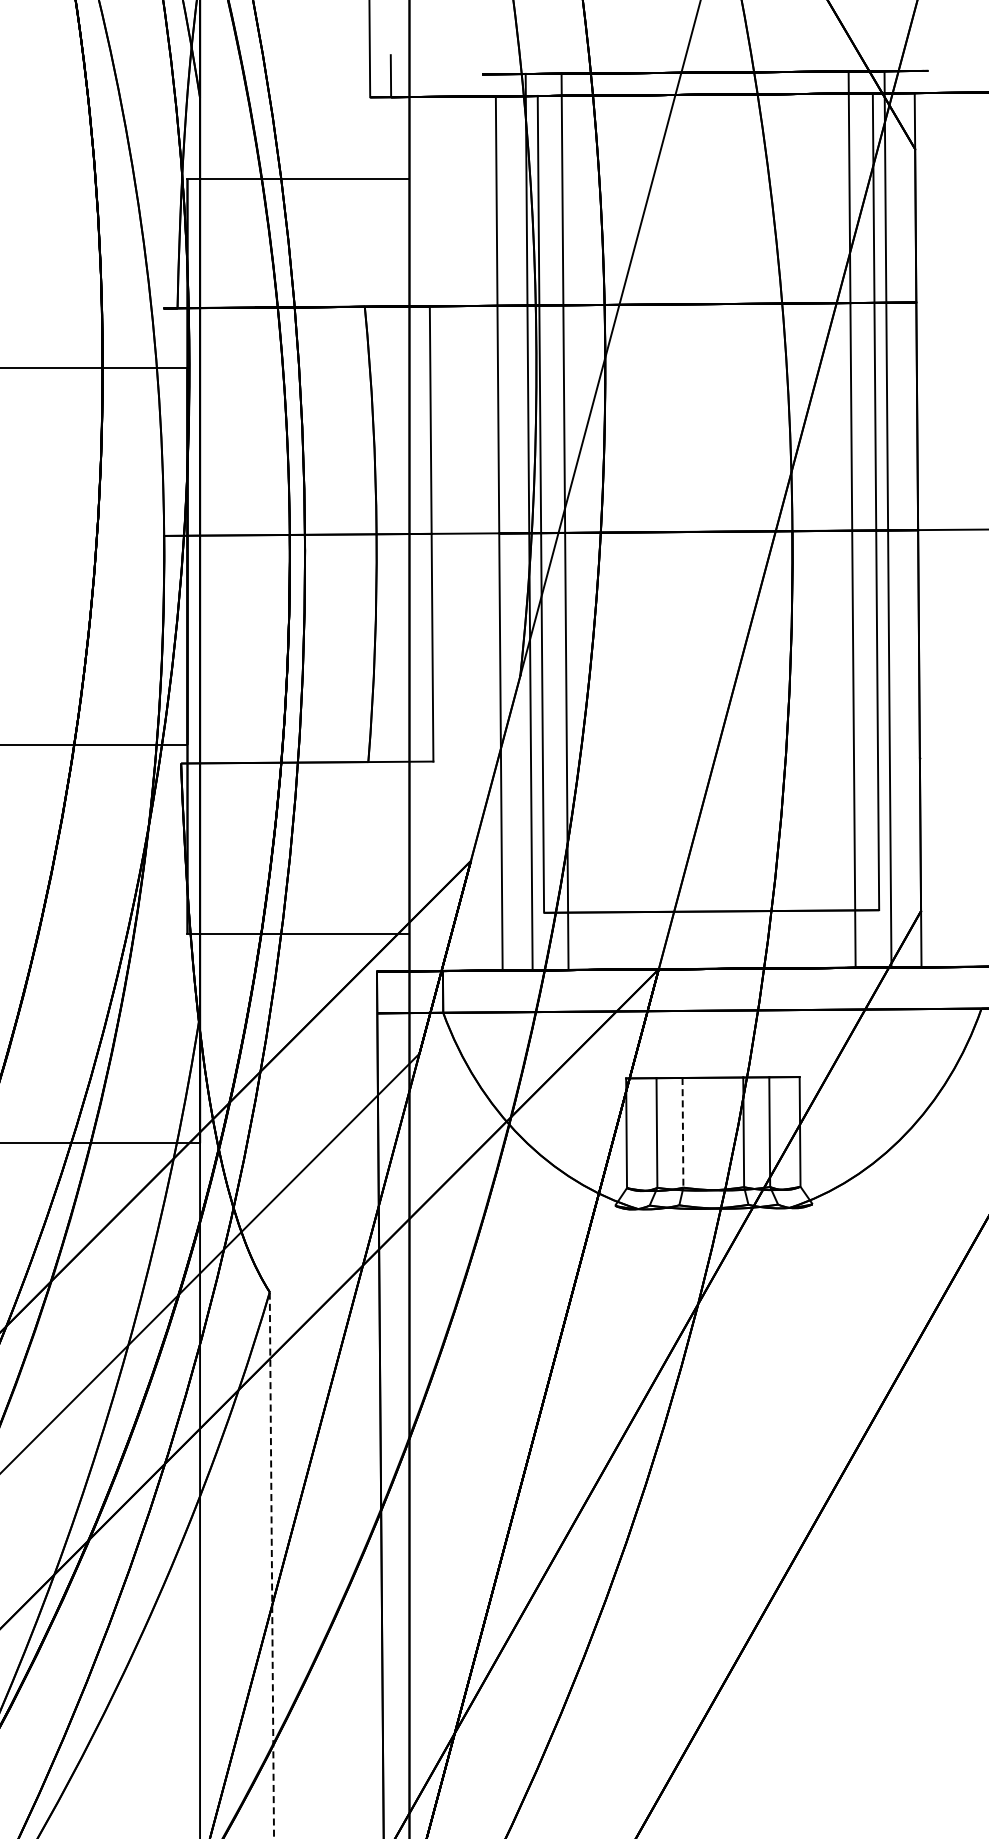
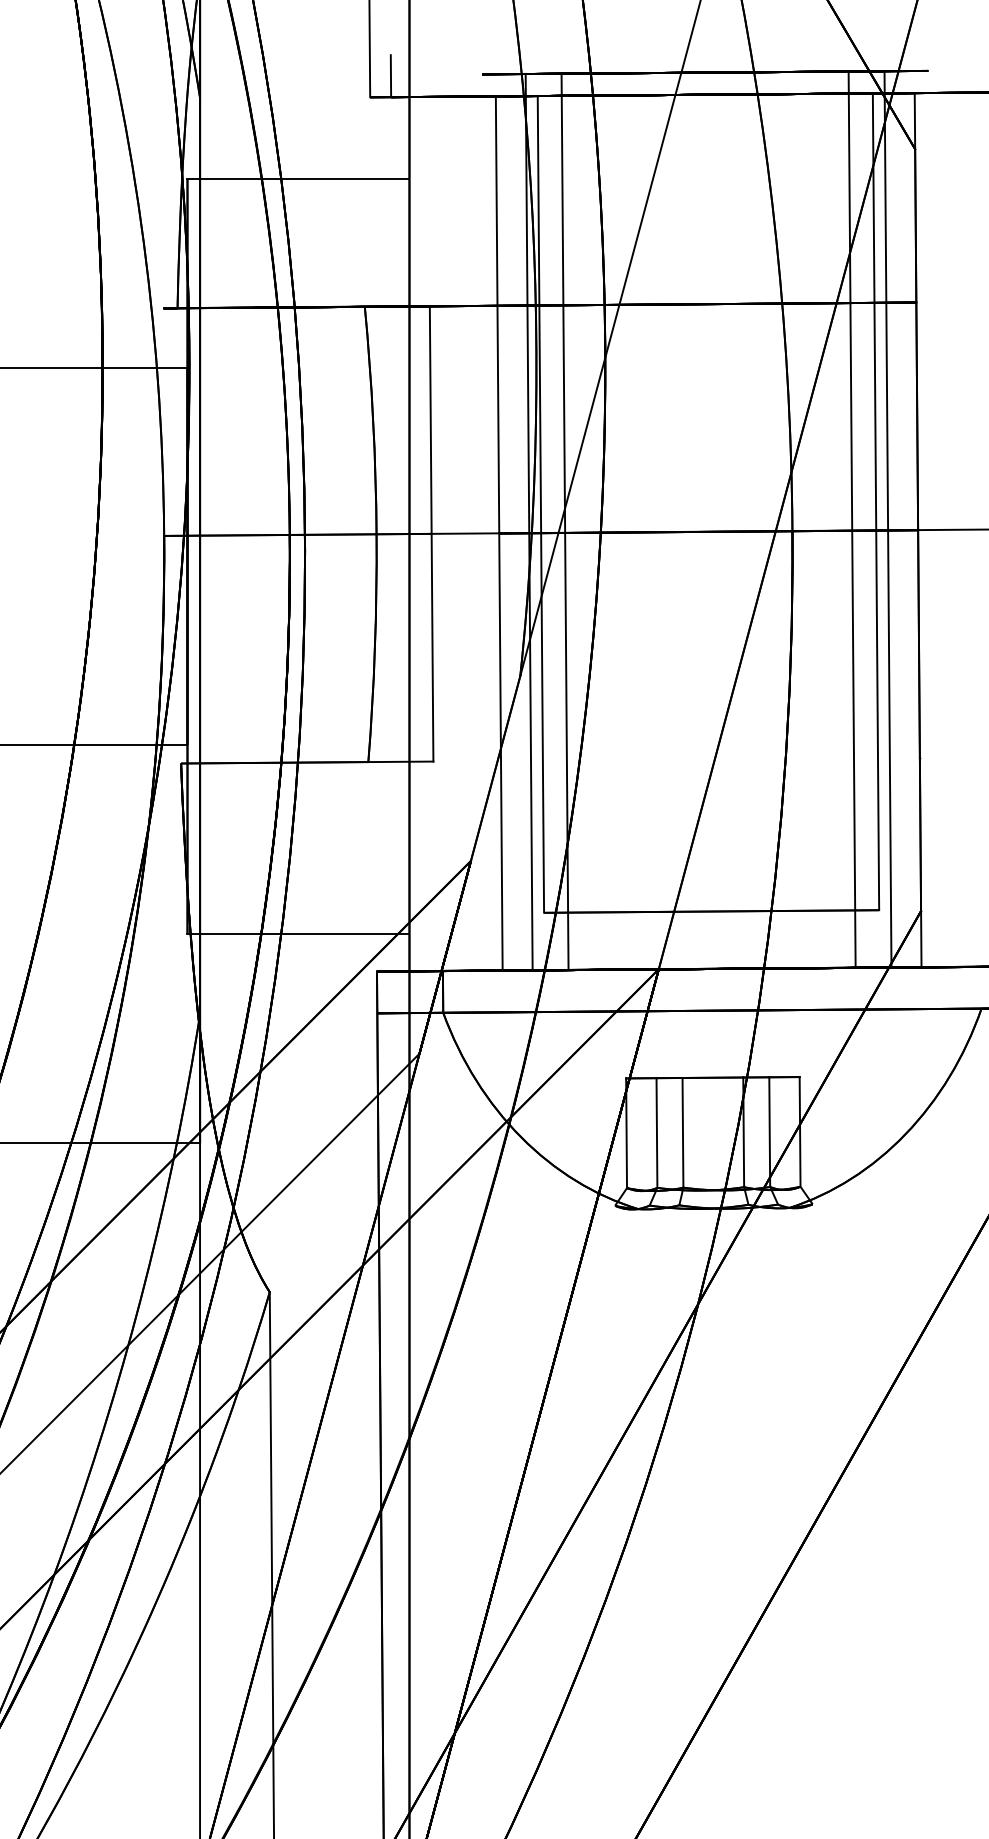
line at (682, 1132): dashed -> solid
line at (271, 1564): dashed -> solid
